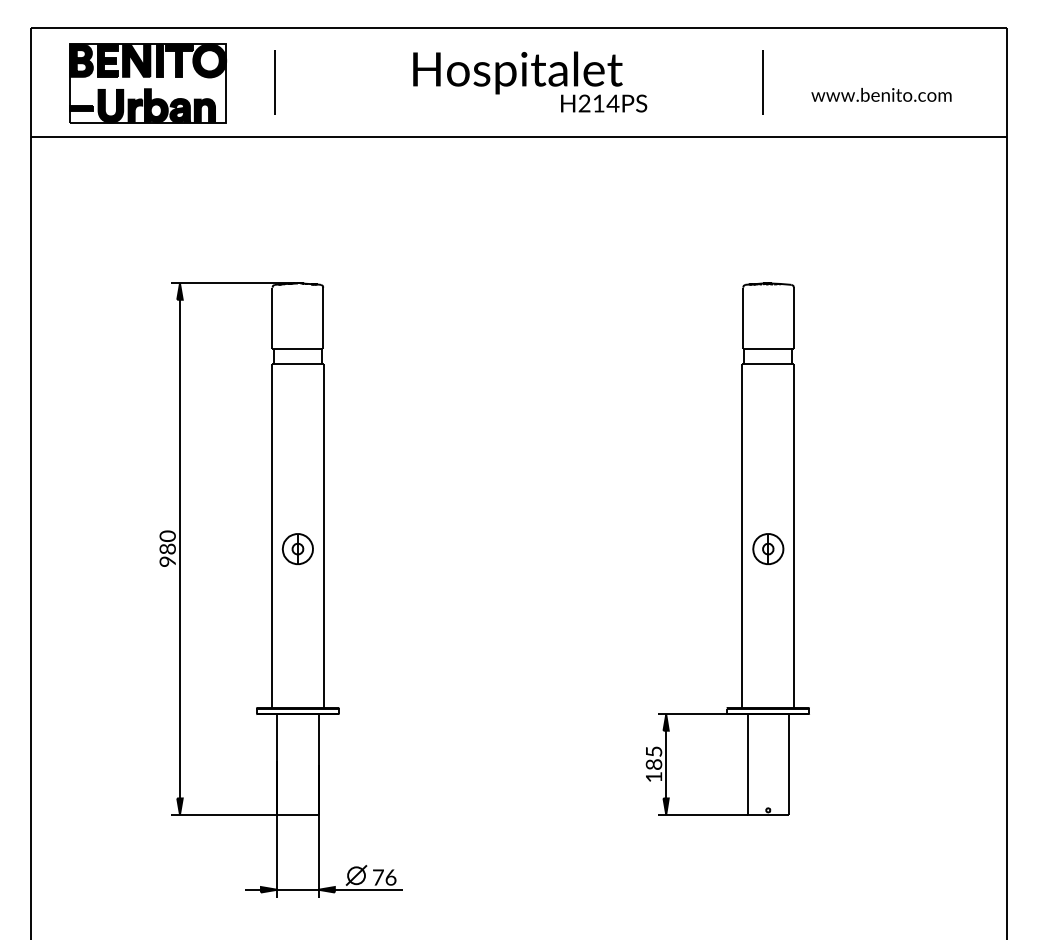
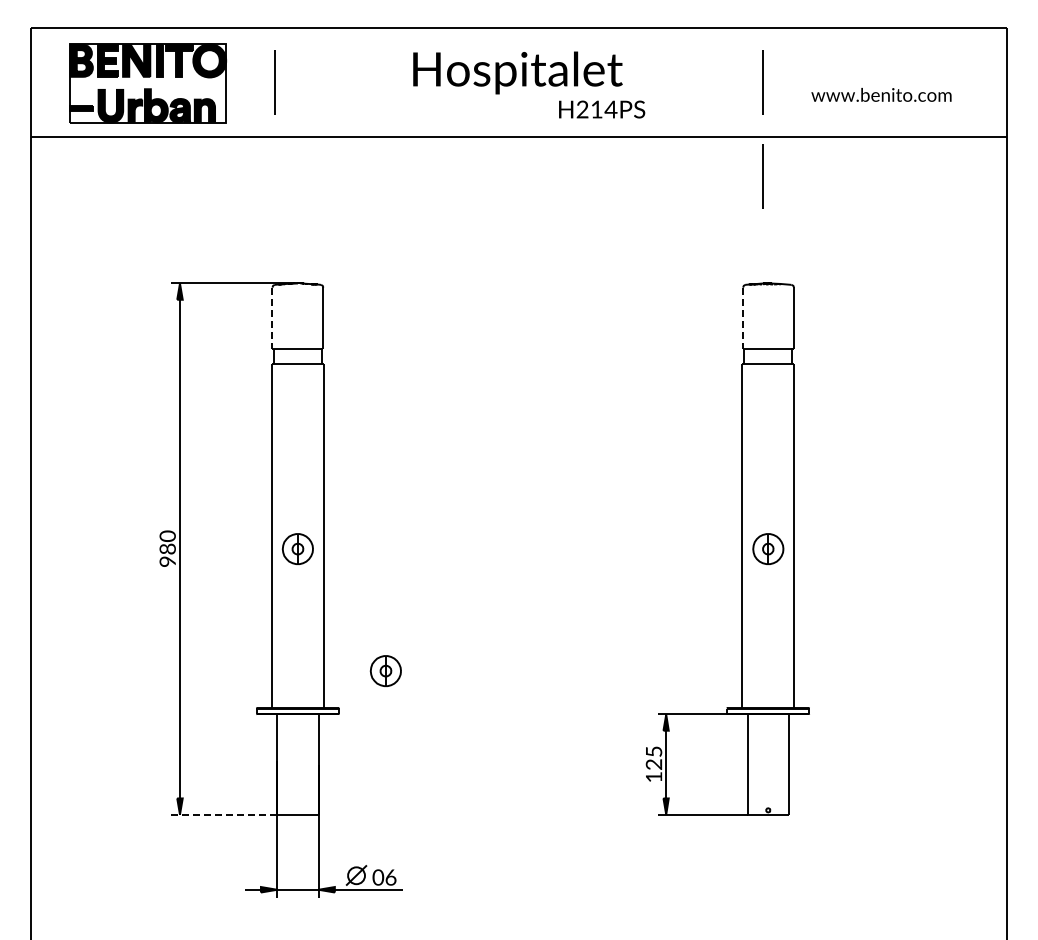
text at (604, 103) position: (604, 103) -> (602, 109)
line at (762, 176): none -> present
line at (272, 318): solid -> dashed
line at (743, 318): solid -> dashed
part at (385, 670): none -> present
text at (654, 764): 8 -> 2
line at (224, 814): solid -> dashed
text at (378, 877): 7 -> 0
